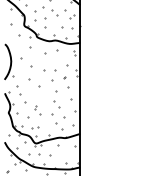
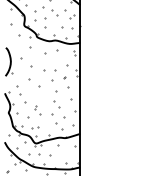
part at (9, 61) size: 11x38 px -> 9x30 px
